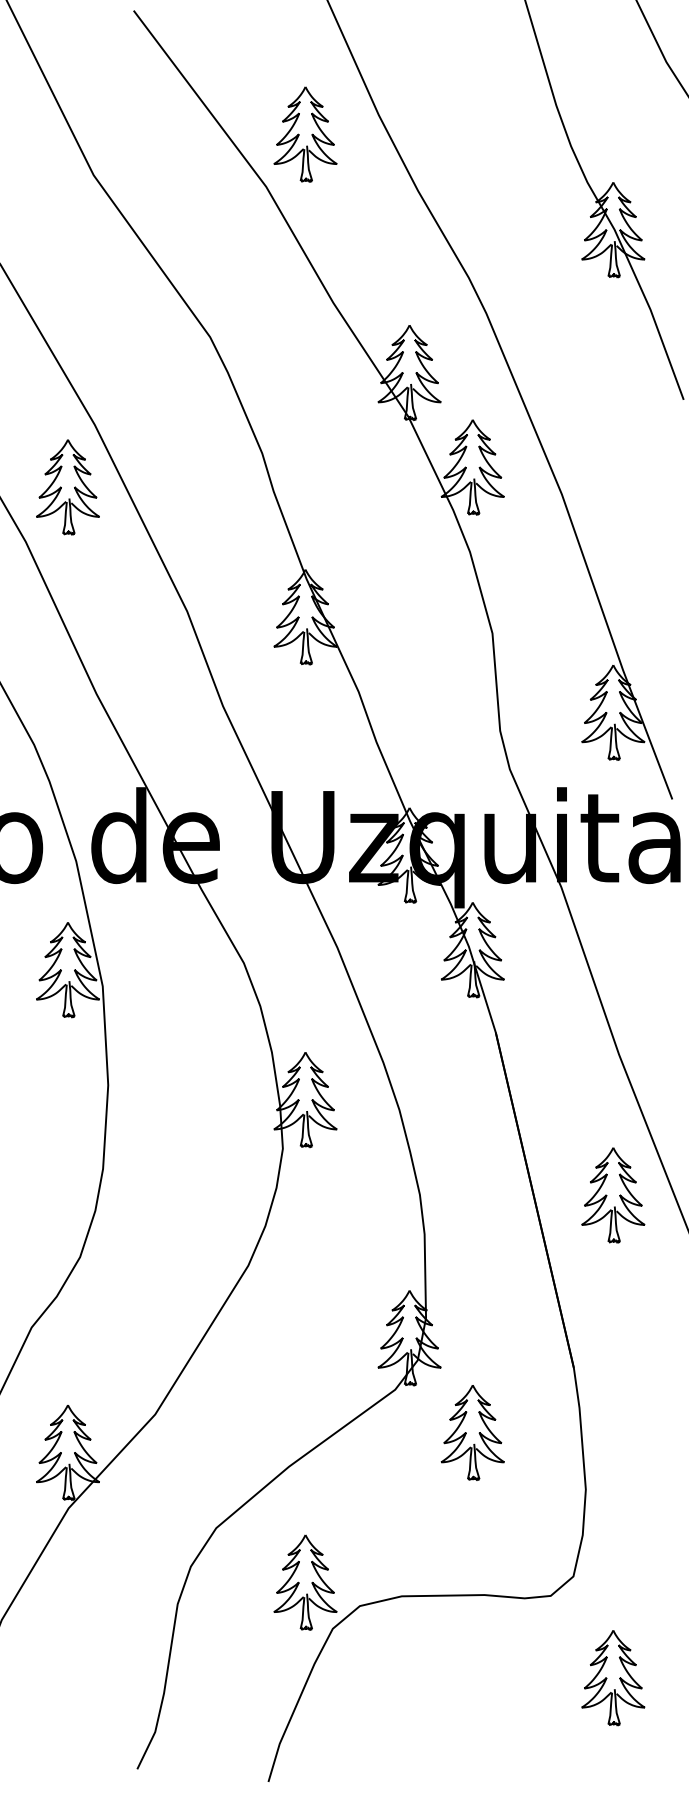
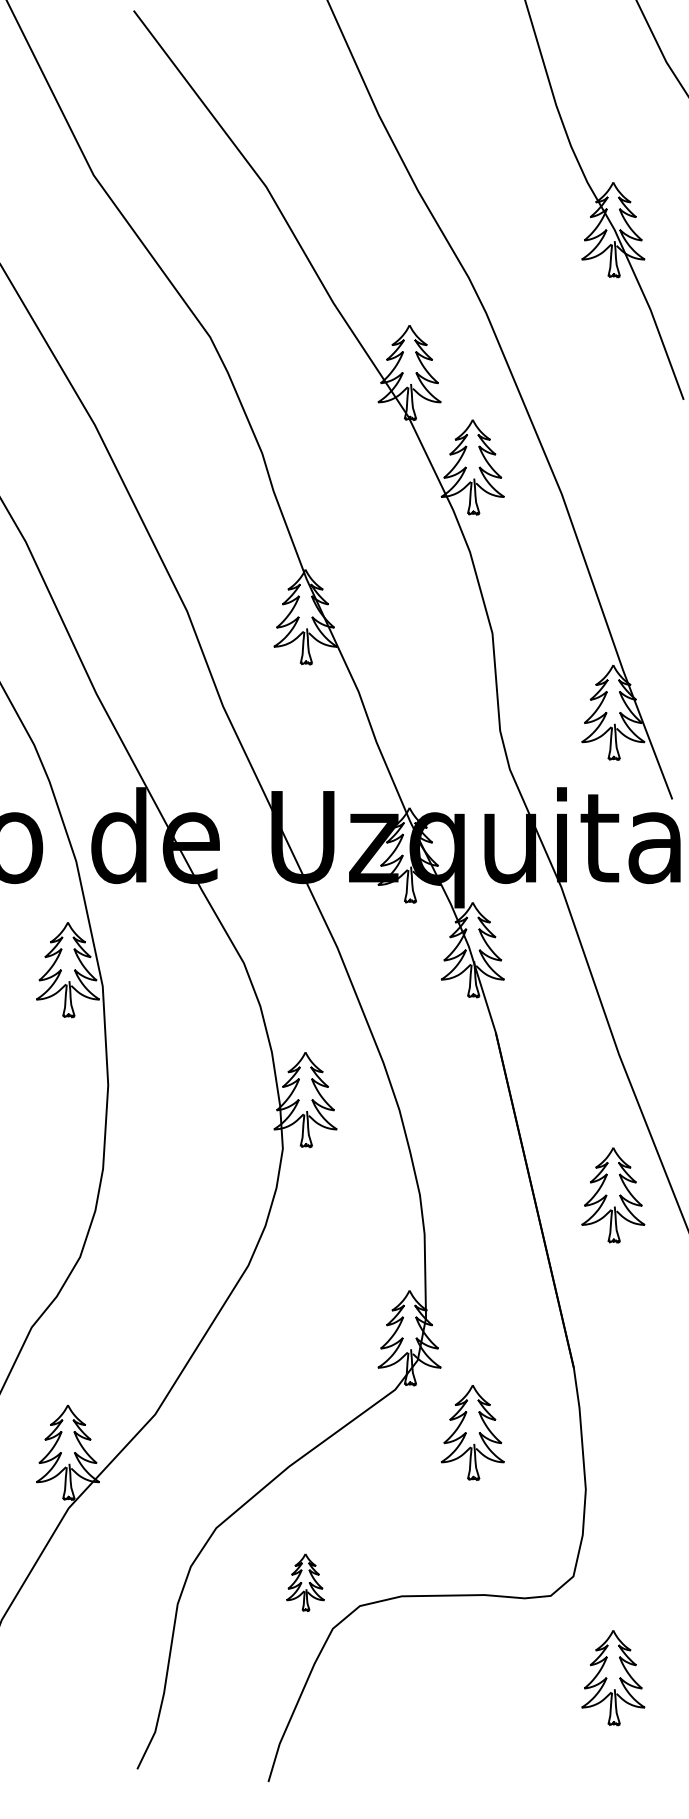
part at (305, 134): present -> none
part at (67, 487): present -> none
part at (305, 1582) size: 65x97 px -> 39x59 px
